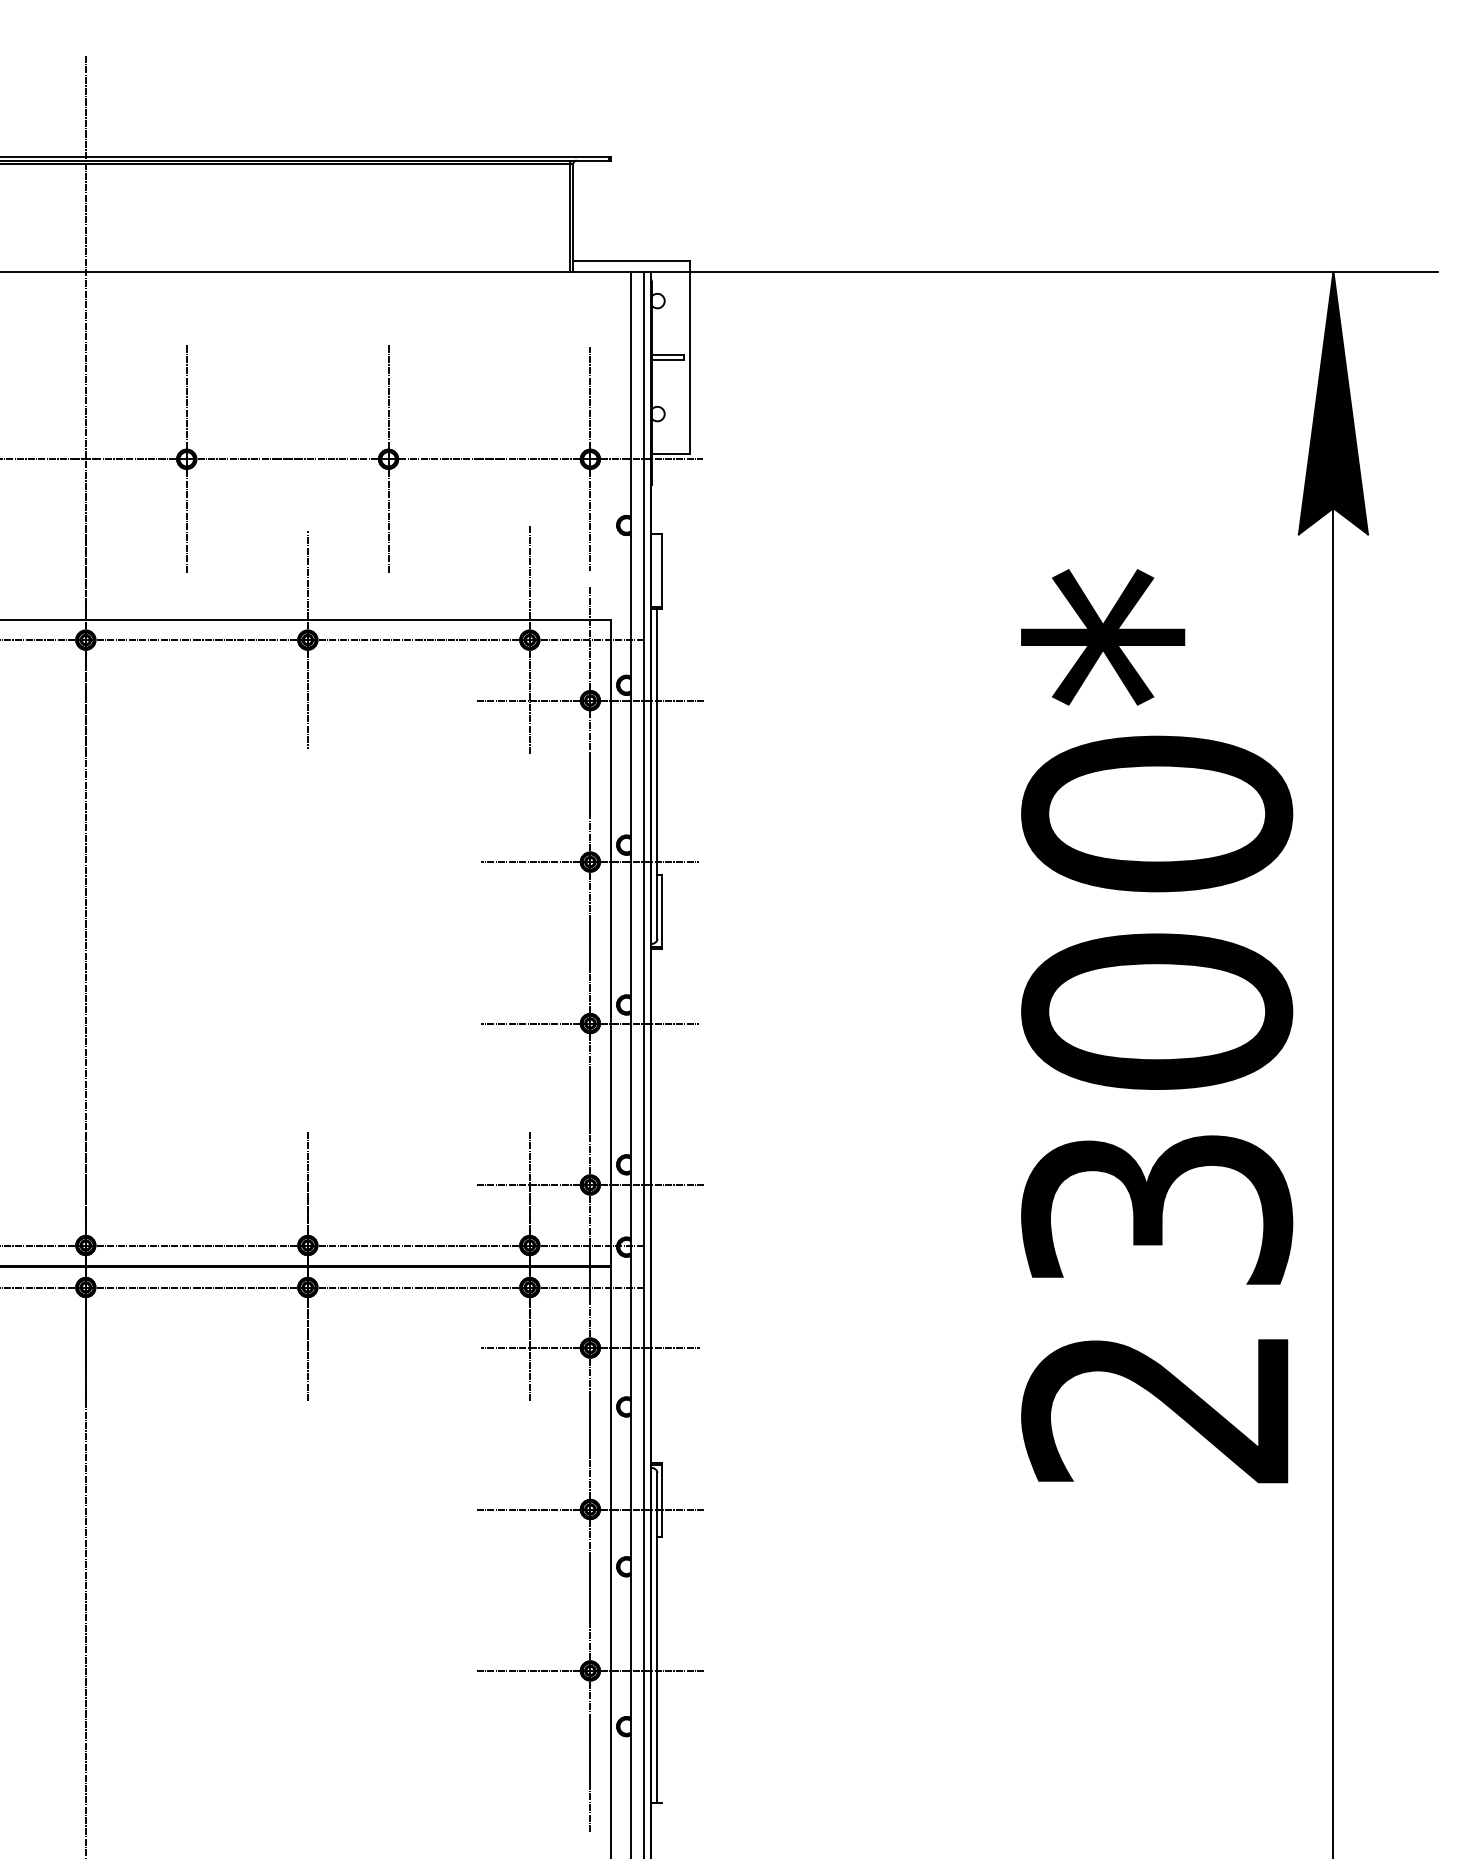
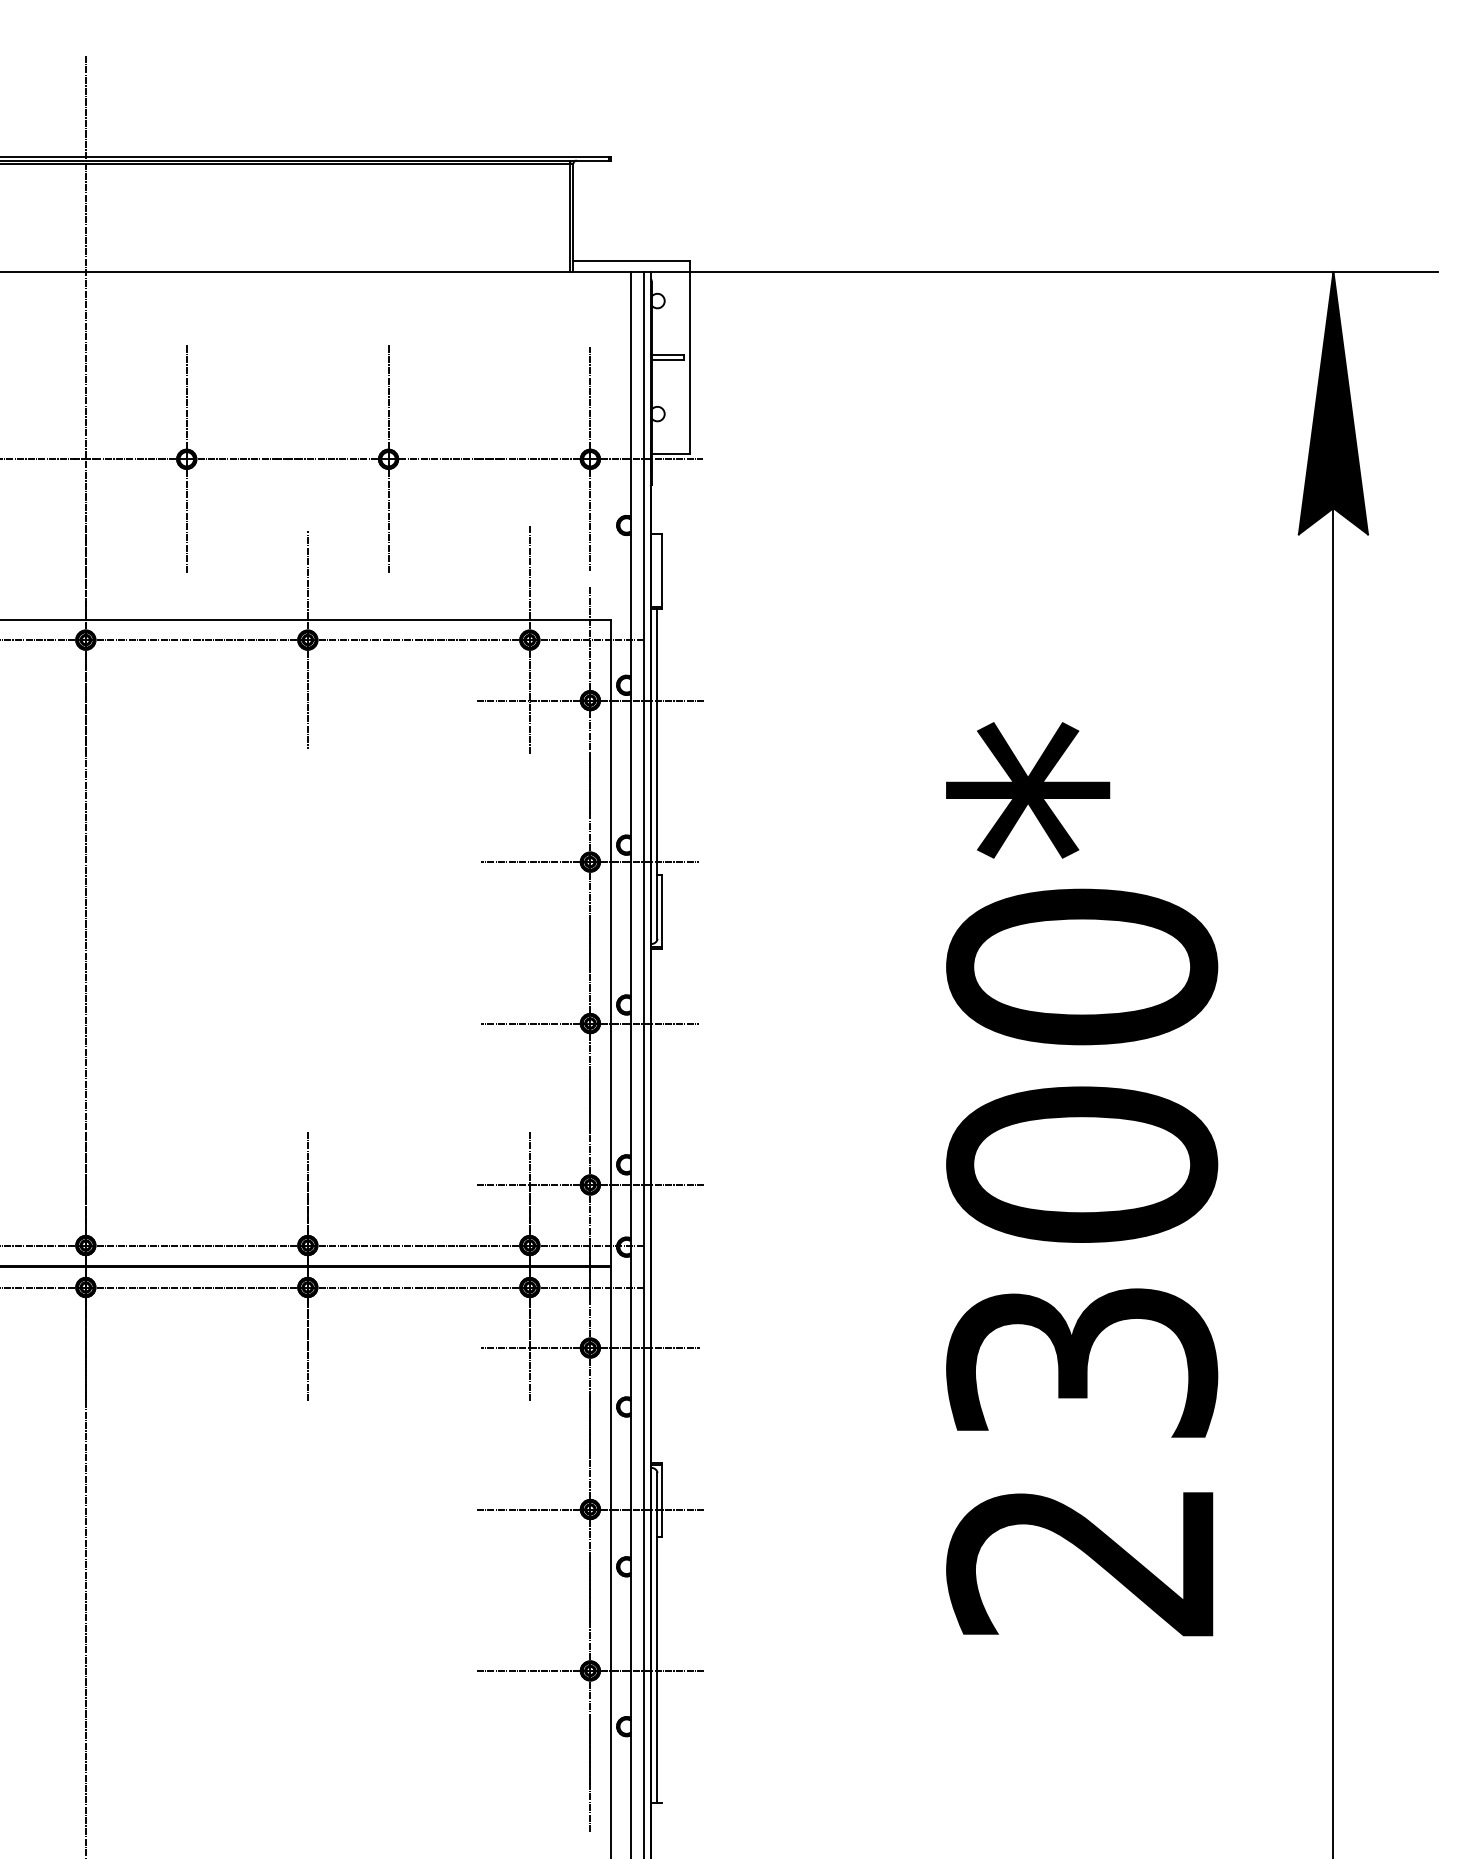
text at (1157, 1026) position: (1157, 1026) -> (1082, 1179)
